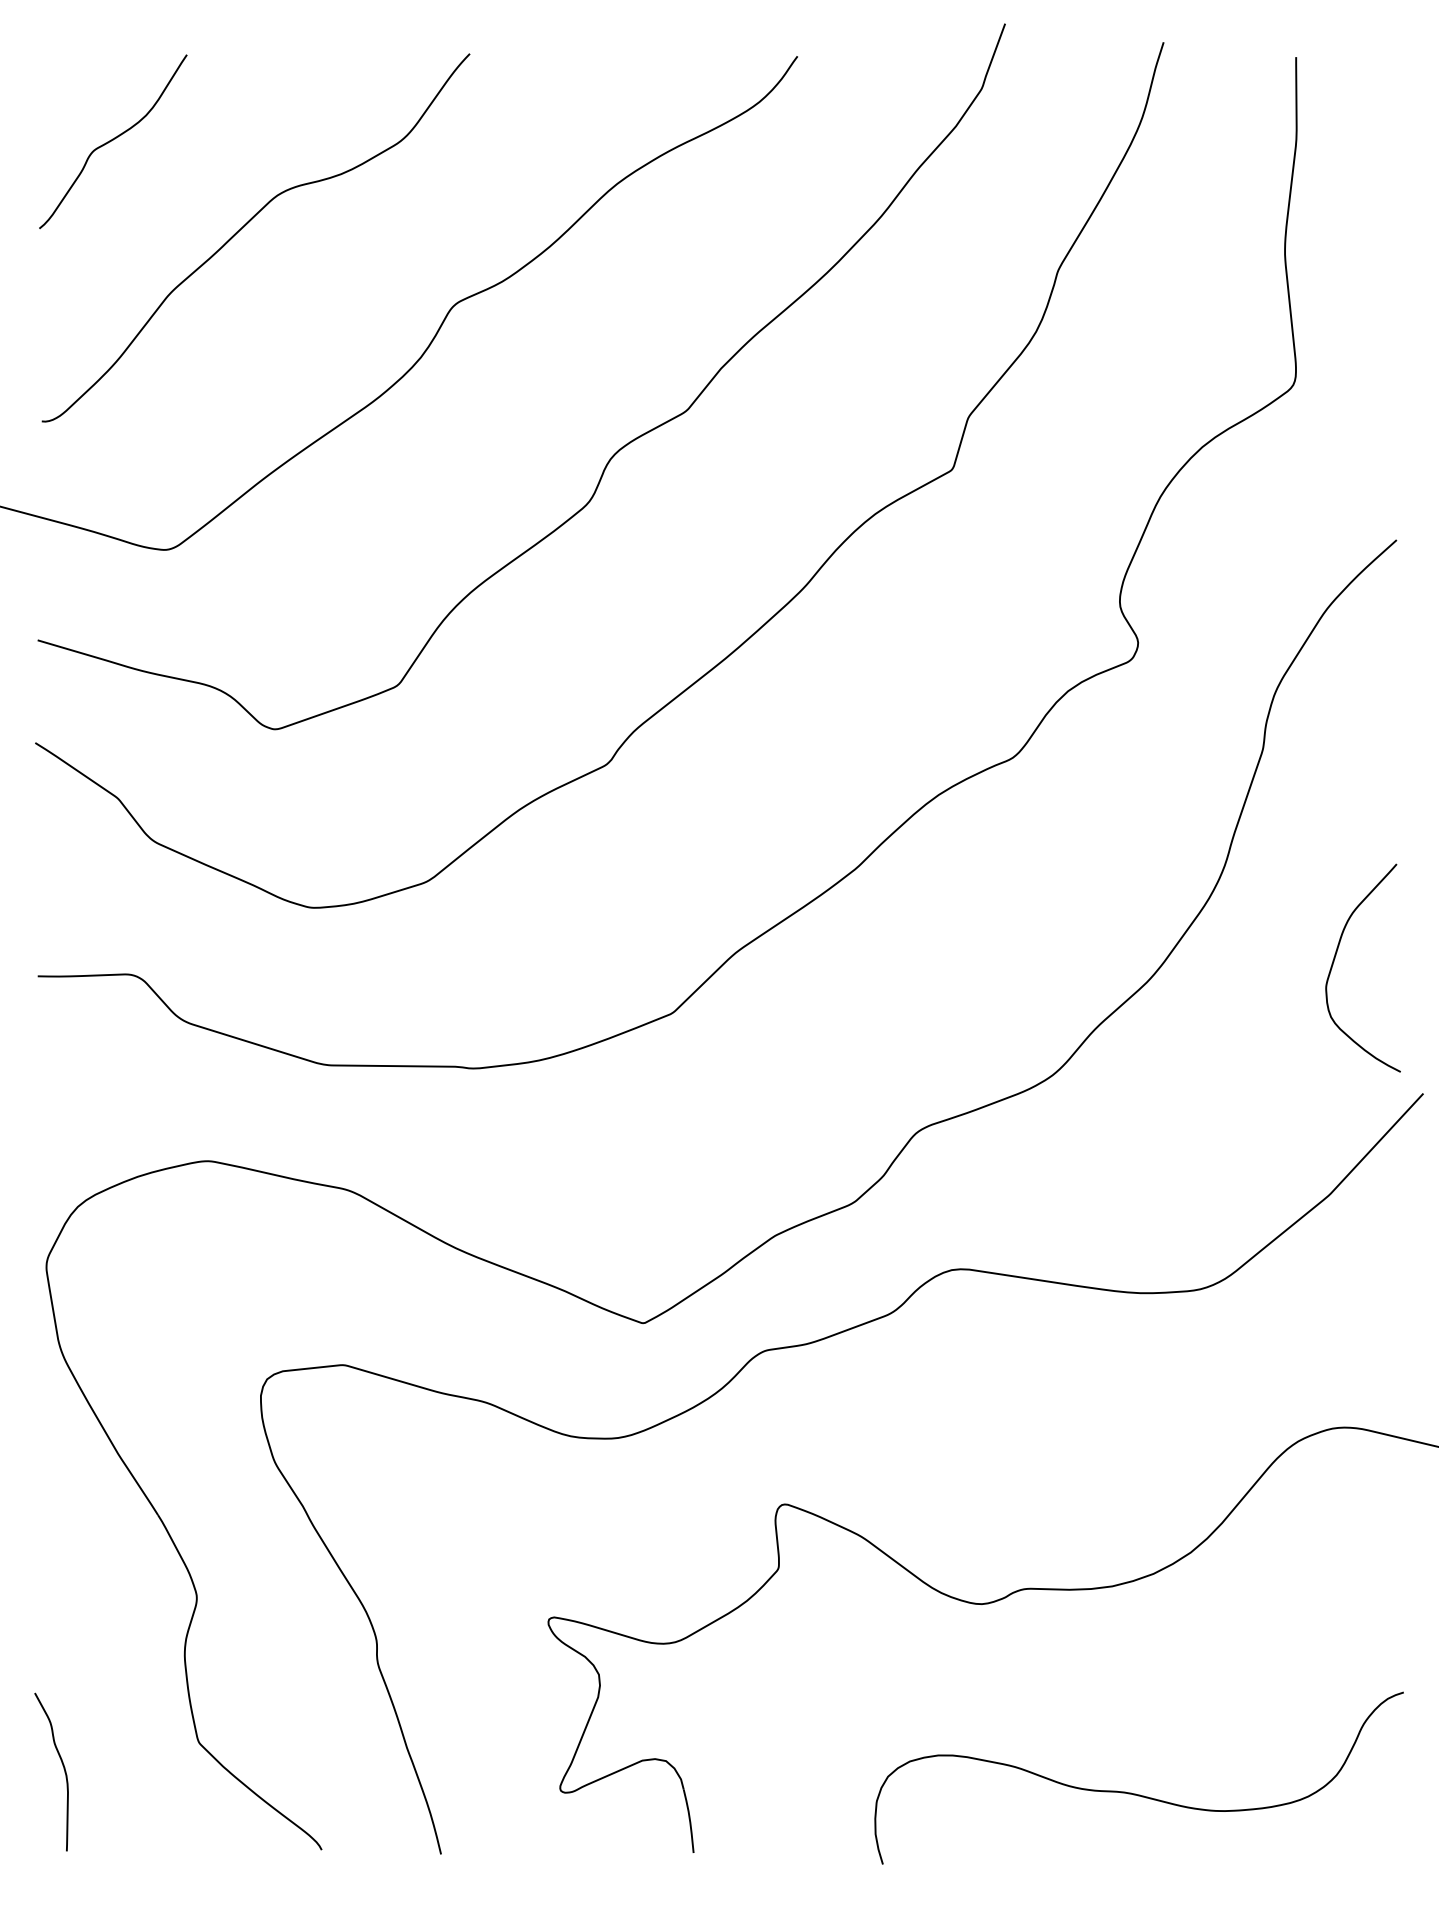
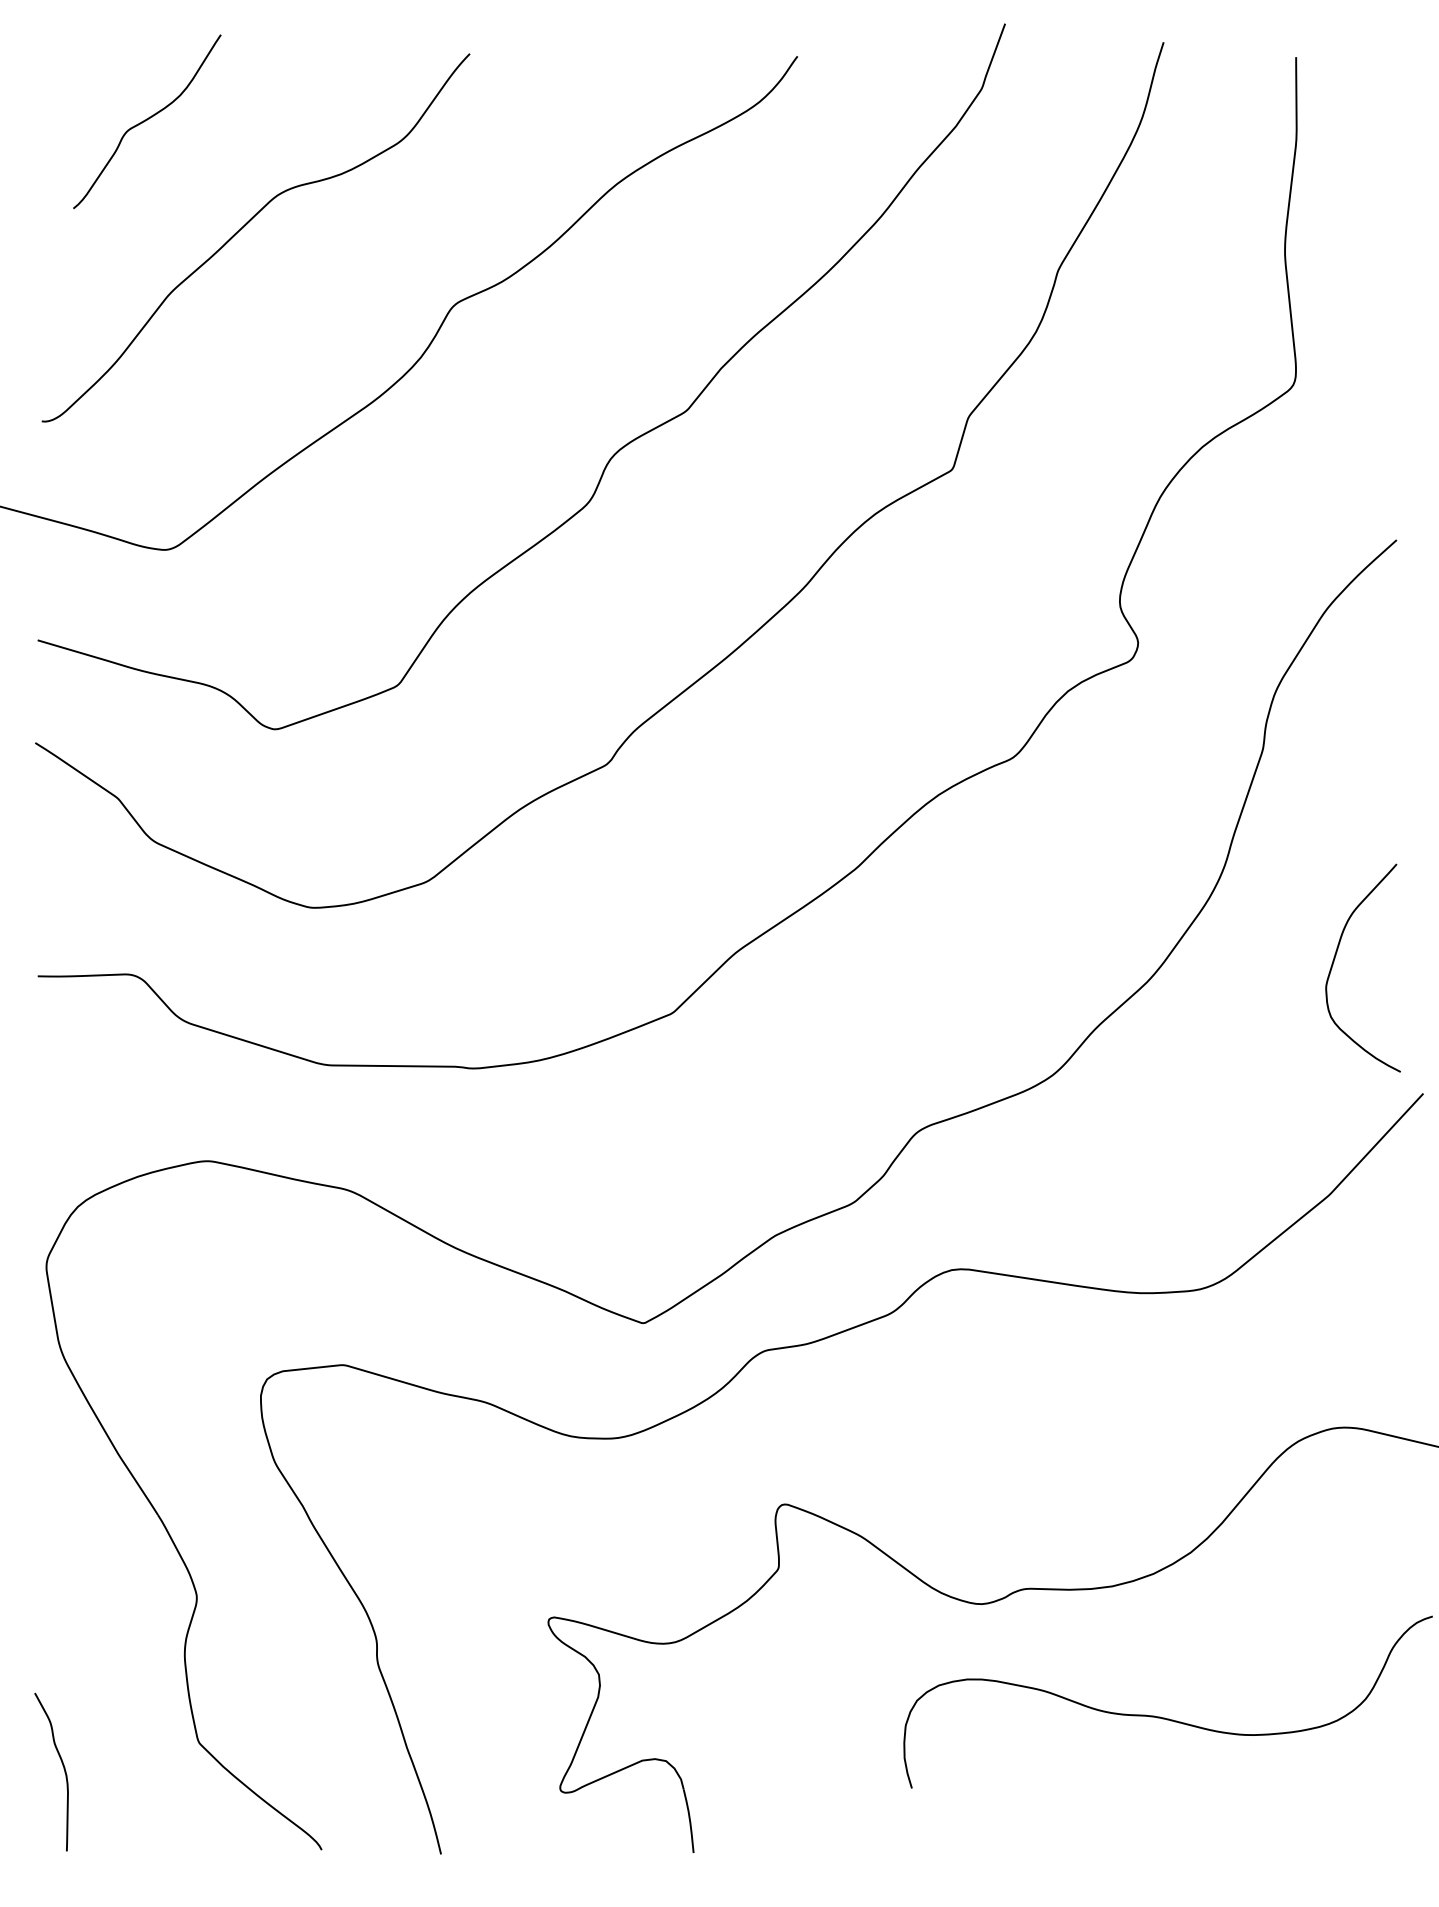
curve at (113, 140) position: (113, 140) -> (147, 120)
curve at (1135, 1793) position: (1135, 1793) -> (1164, 1717)
